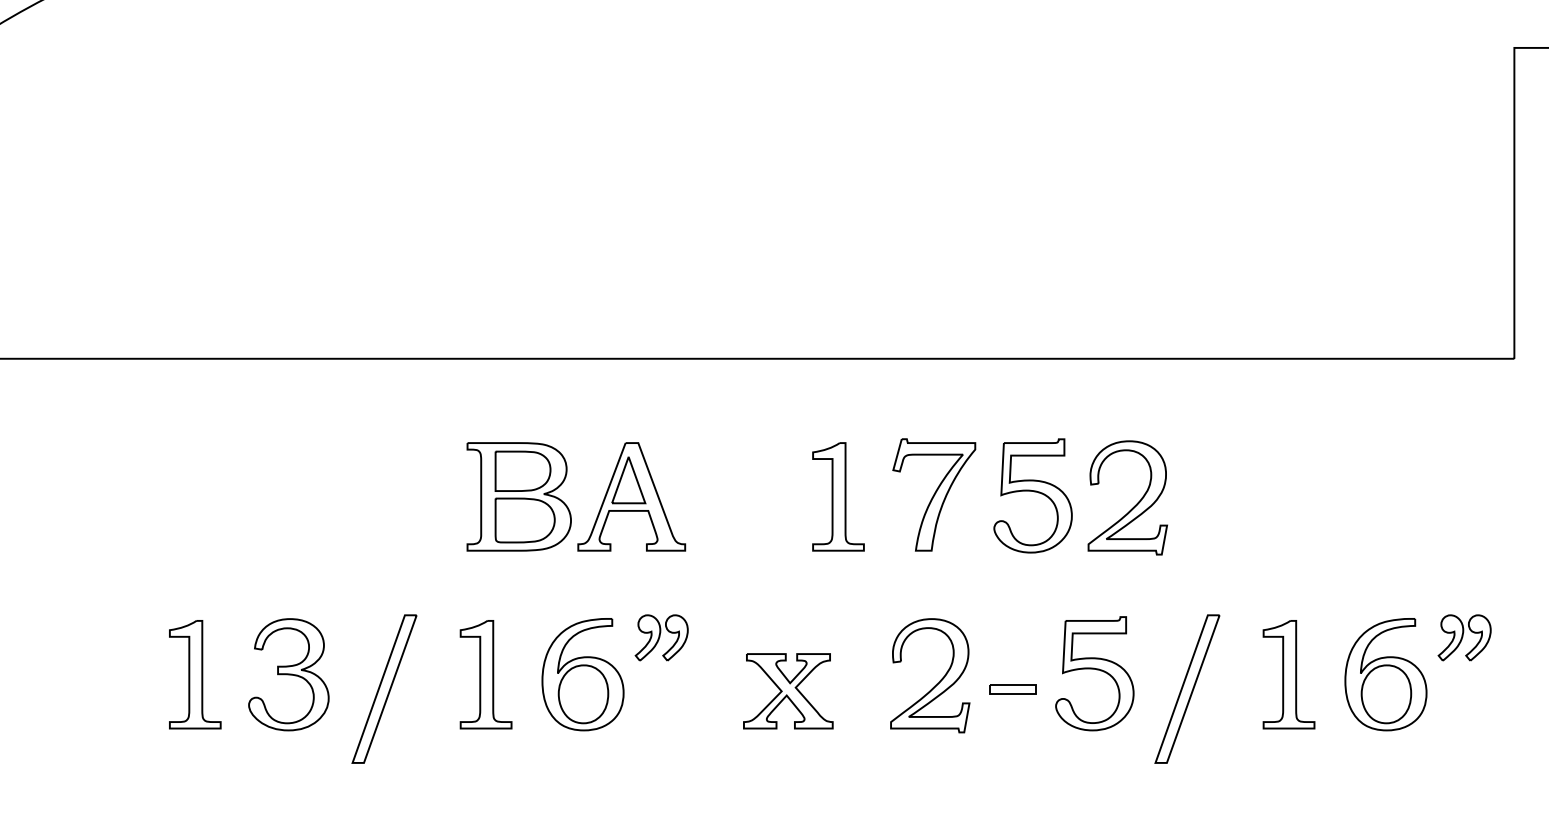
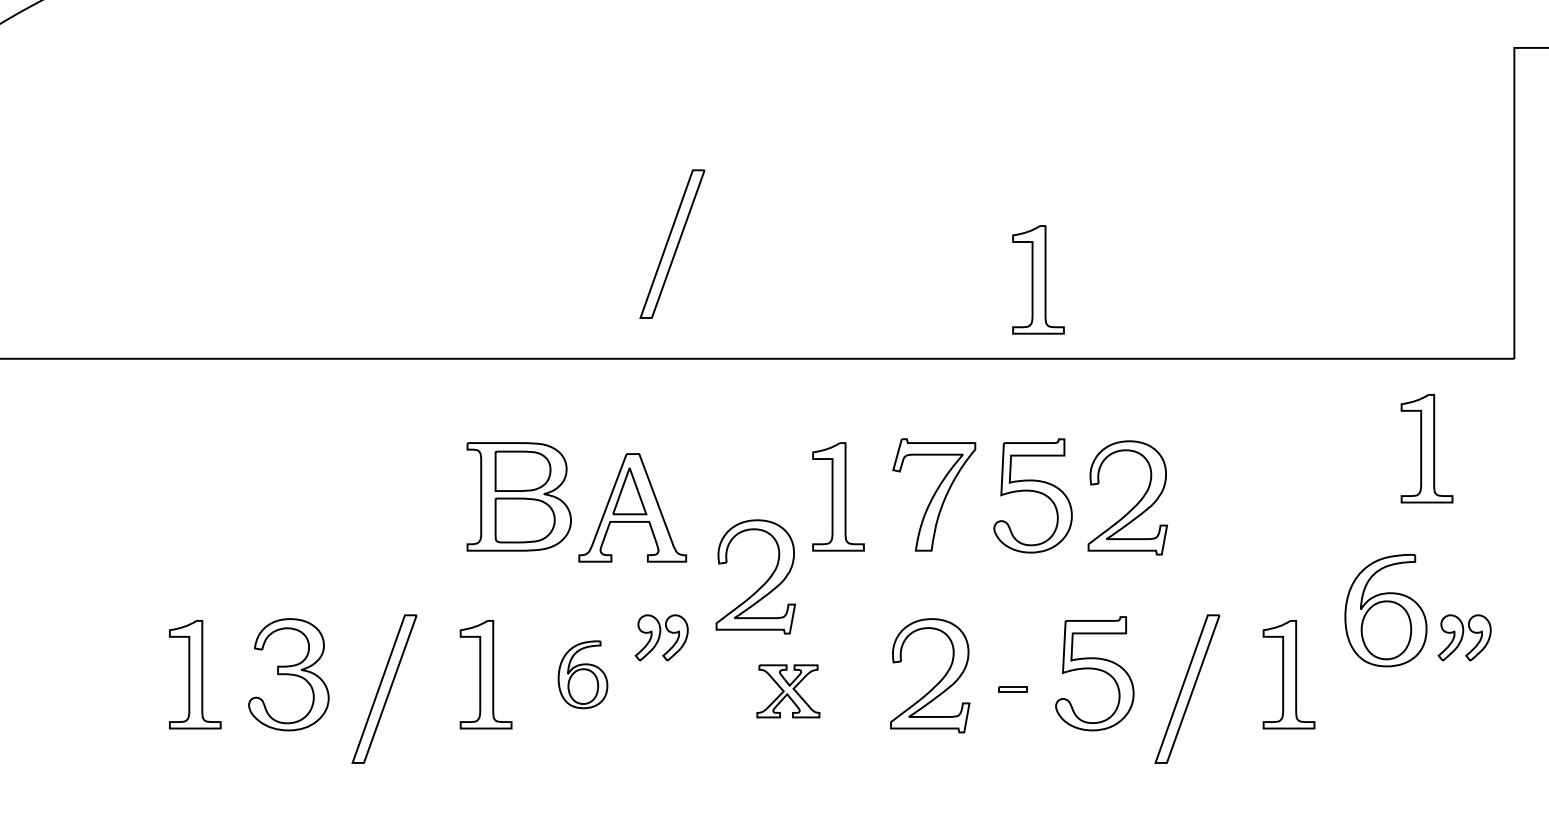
part at (672, 243): none -> present
part at (1038, 279): none -> present
part at (1426, 448): none -> present
part at (631, 496) position: (631, 496) -> (632, 507)
part at (763, 583): none -> present
part at (582, 674) size: 84x114 px -> 52x70 px
part at (1385, 674) position: (1385, 674) -> (1385, 610)
part at (1012, 689) size: 48x11 px -> 30x7 px
part at (788, 691) size: 91x77 px -> 65x55 px
